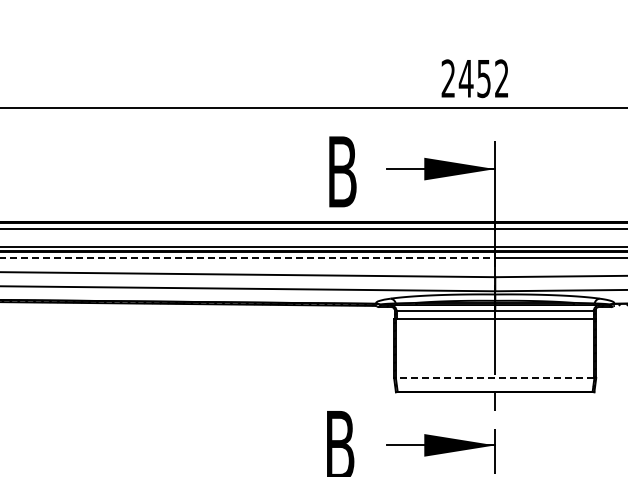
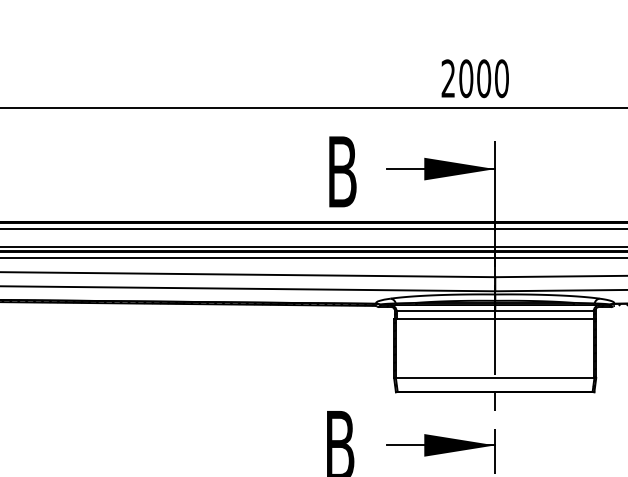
text at (483, 78): 2452 -> 2000
line at (248, 258): dashed -> solid
line at (494, 377): dashed -> solid
